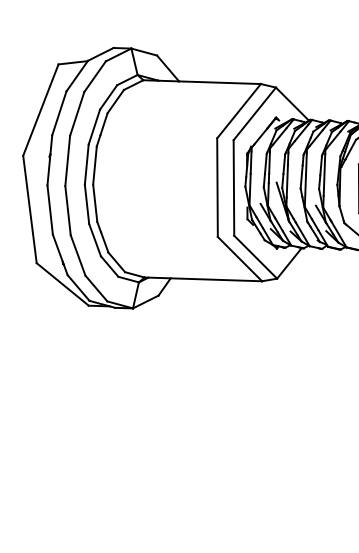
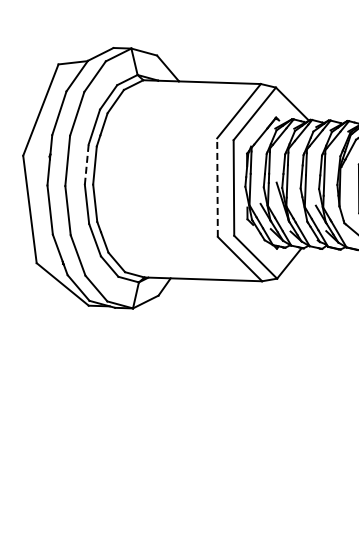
line at (86, 164): solid -> dashed
line at (217, 187): solid -> dashed
